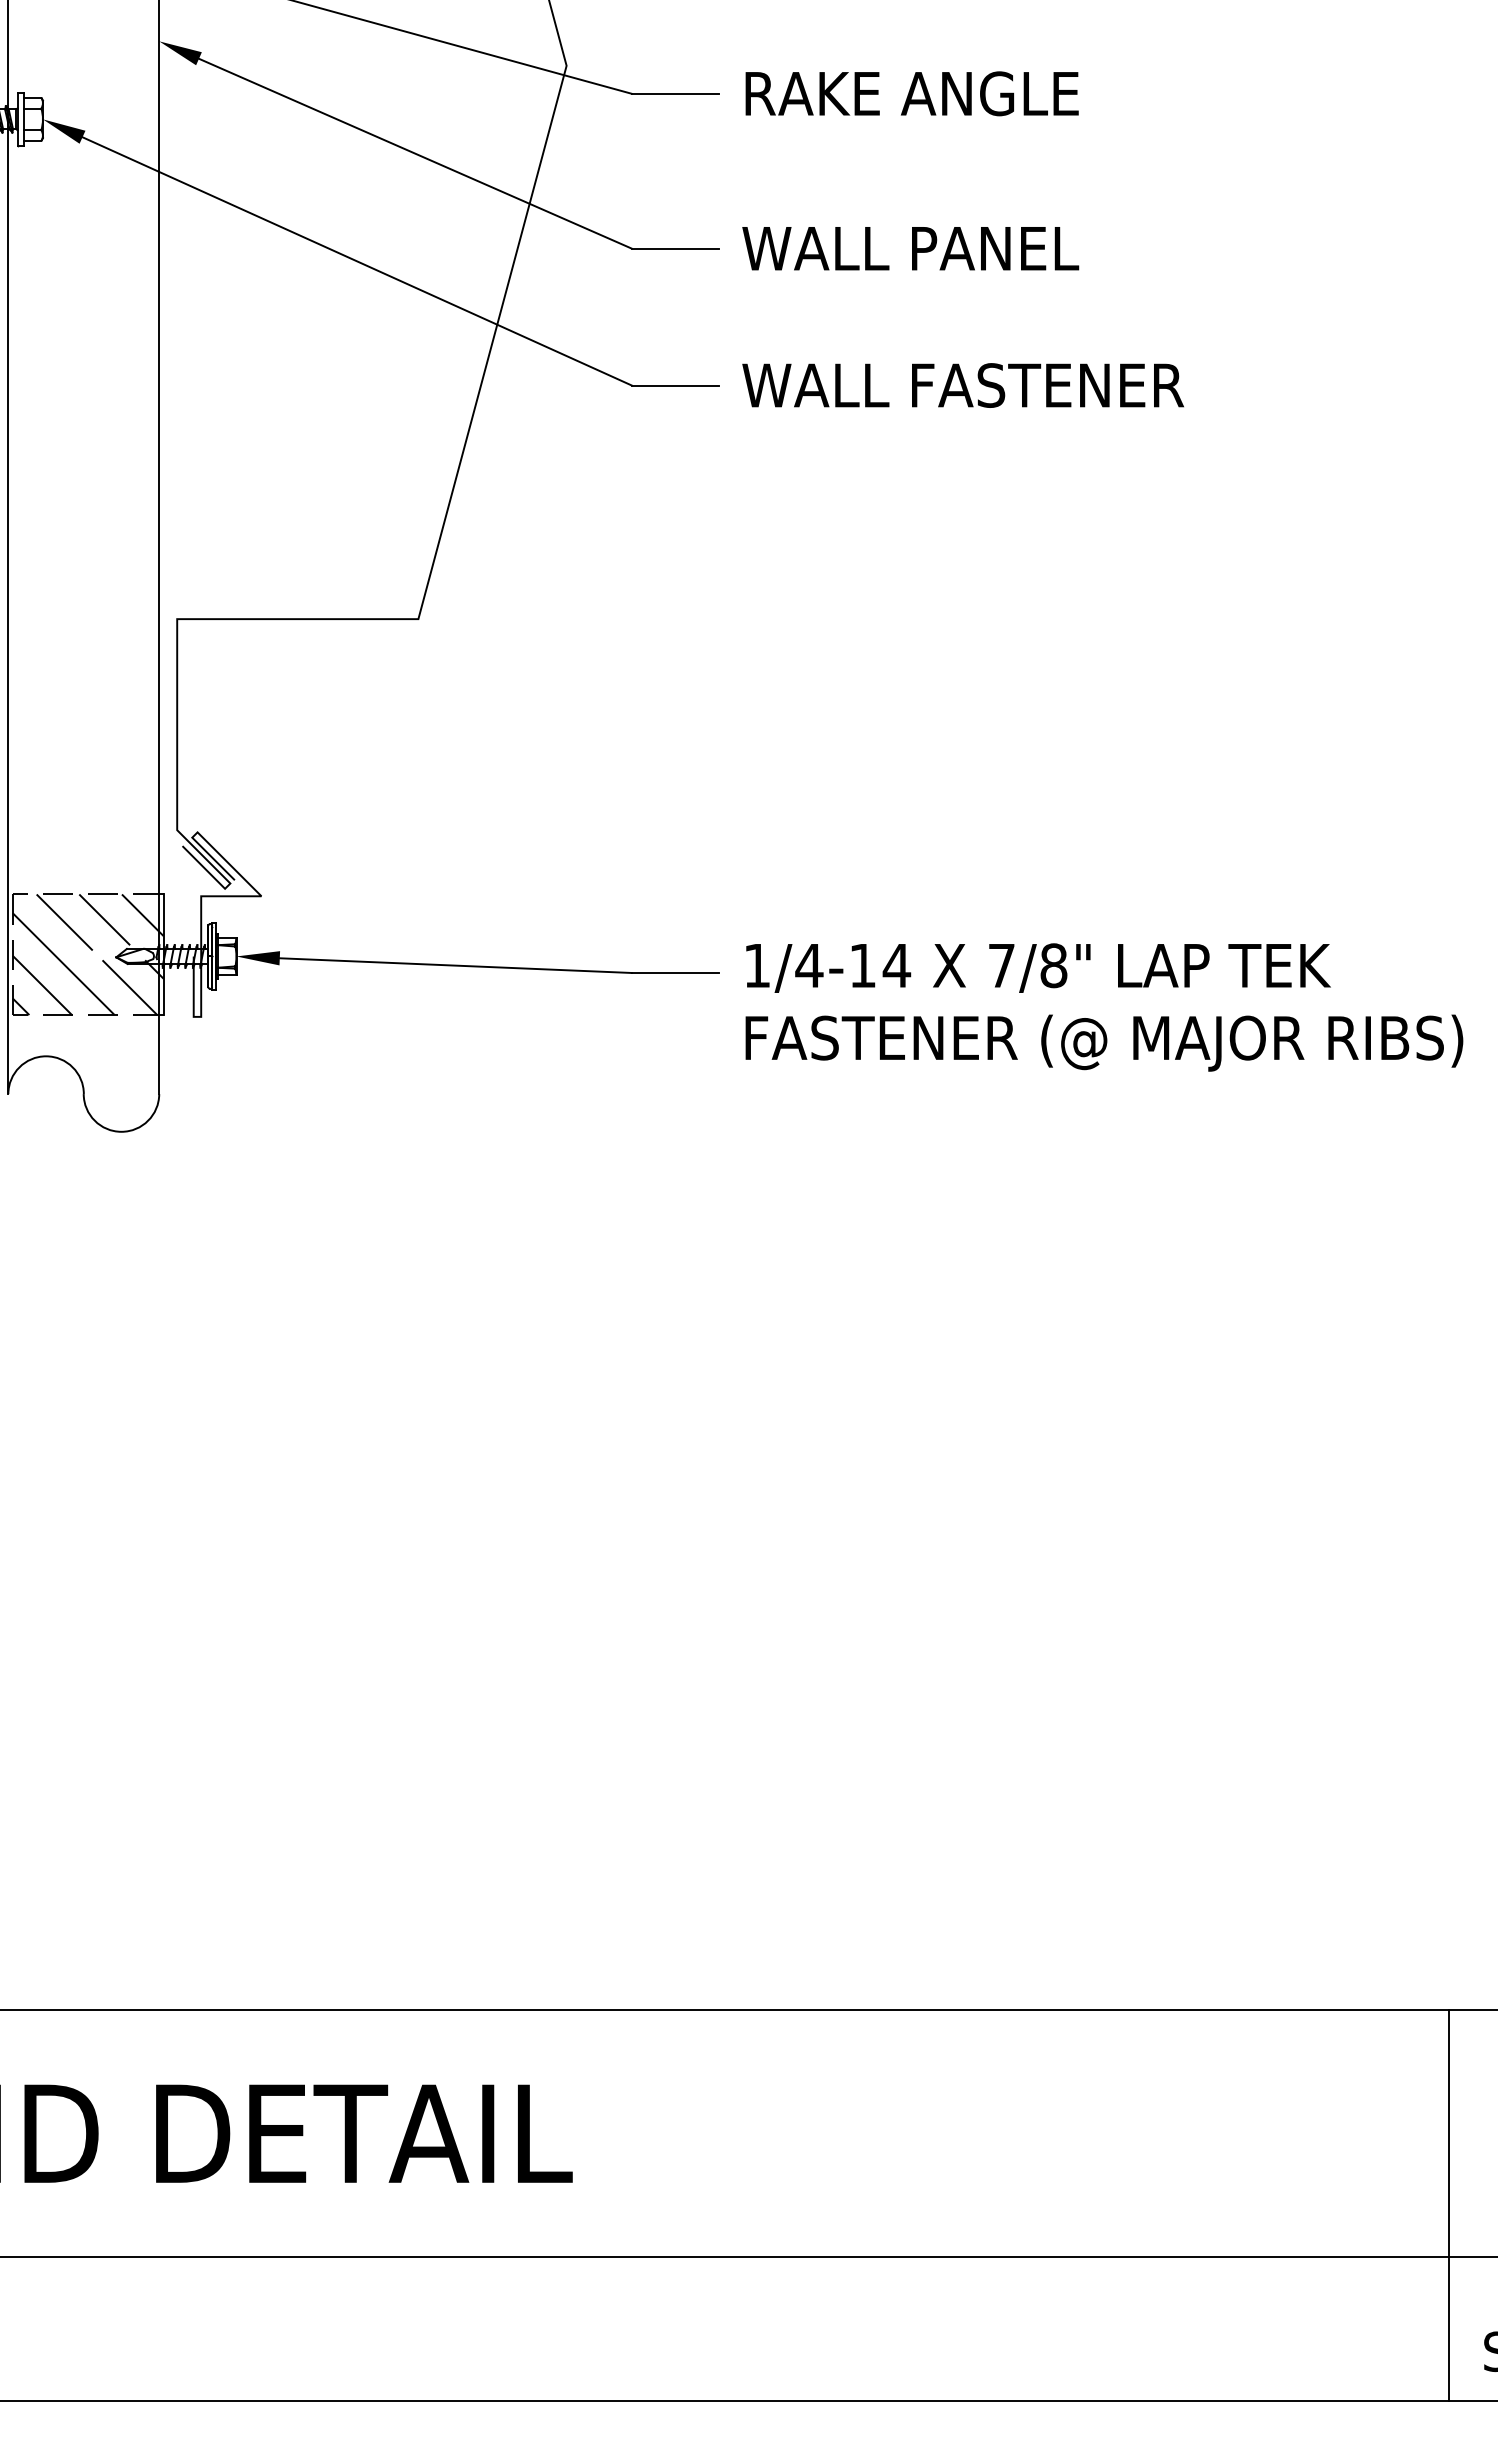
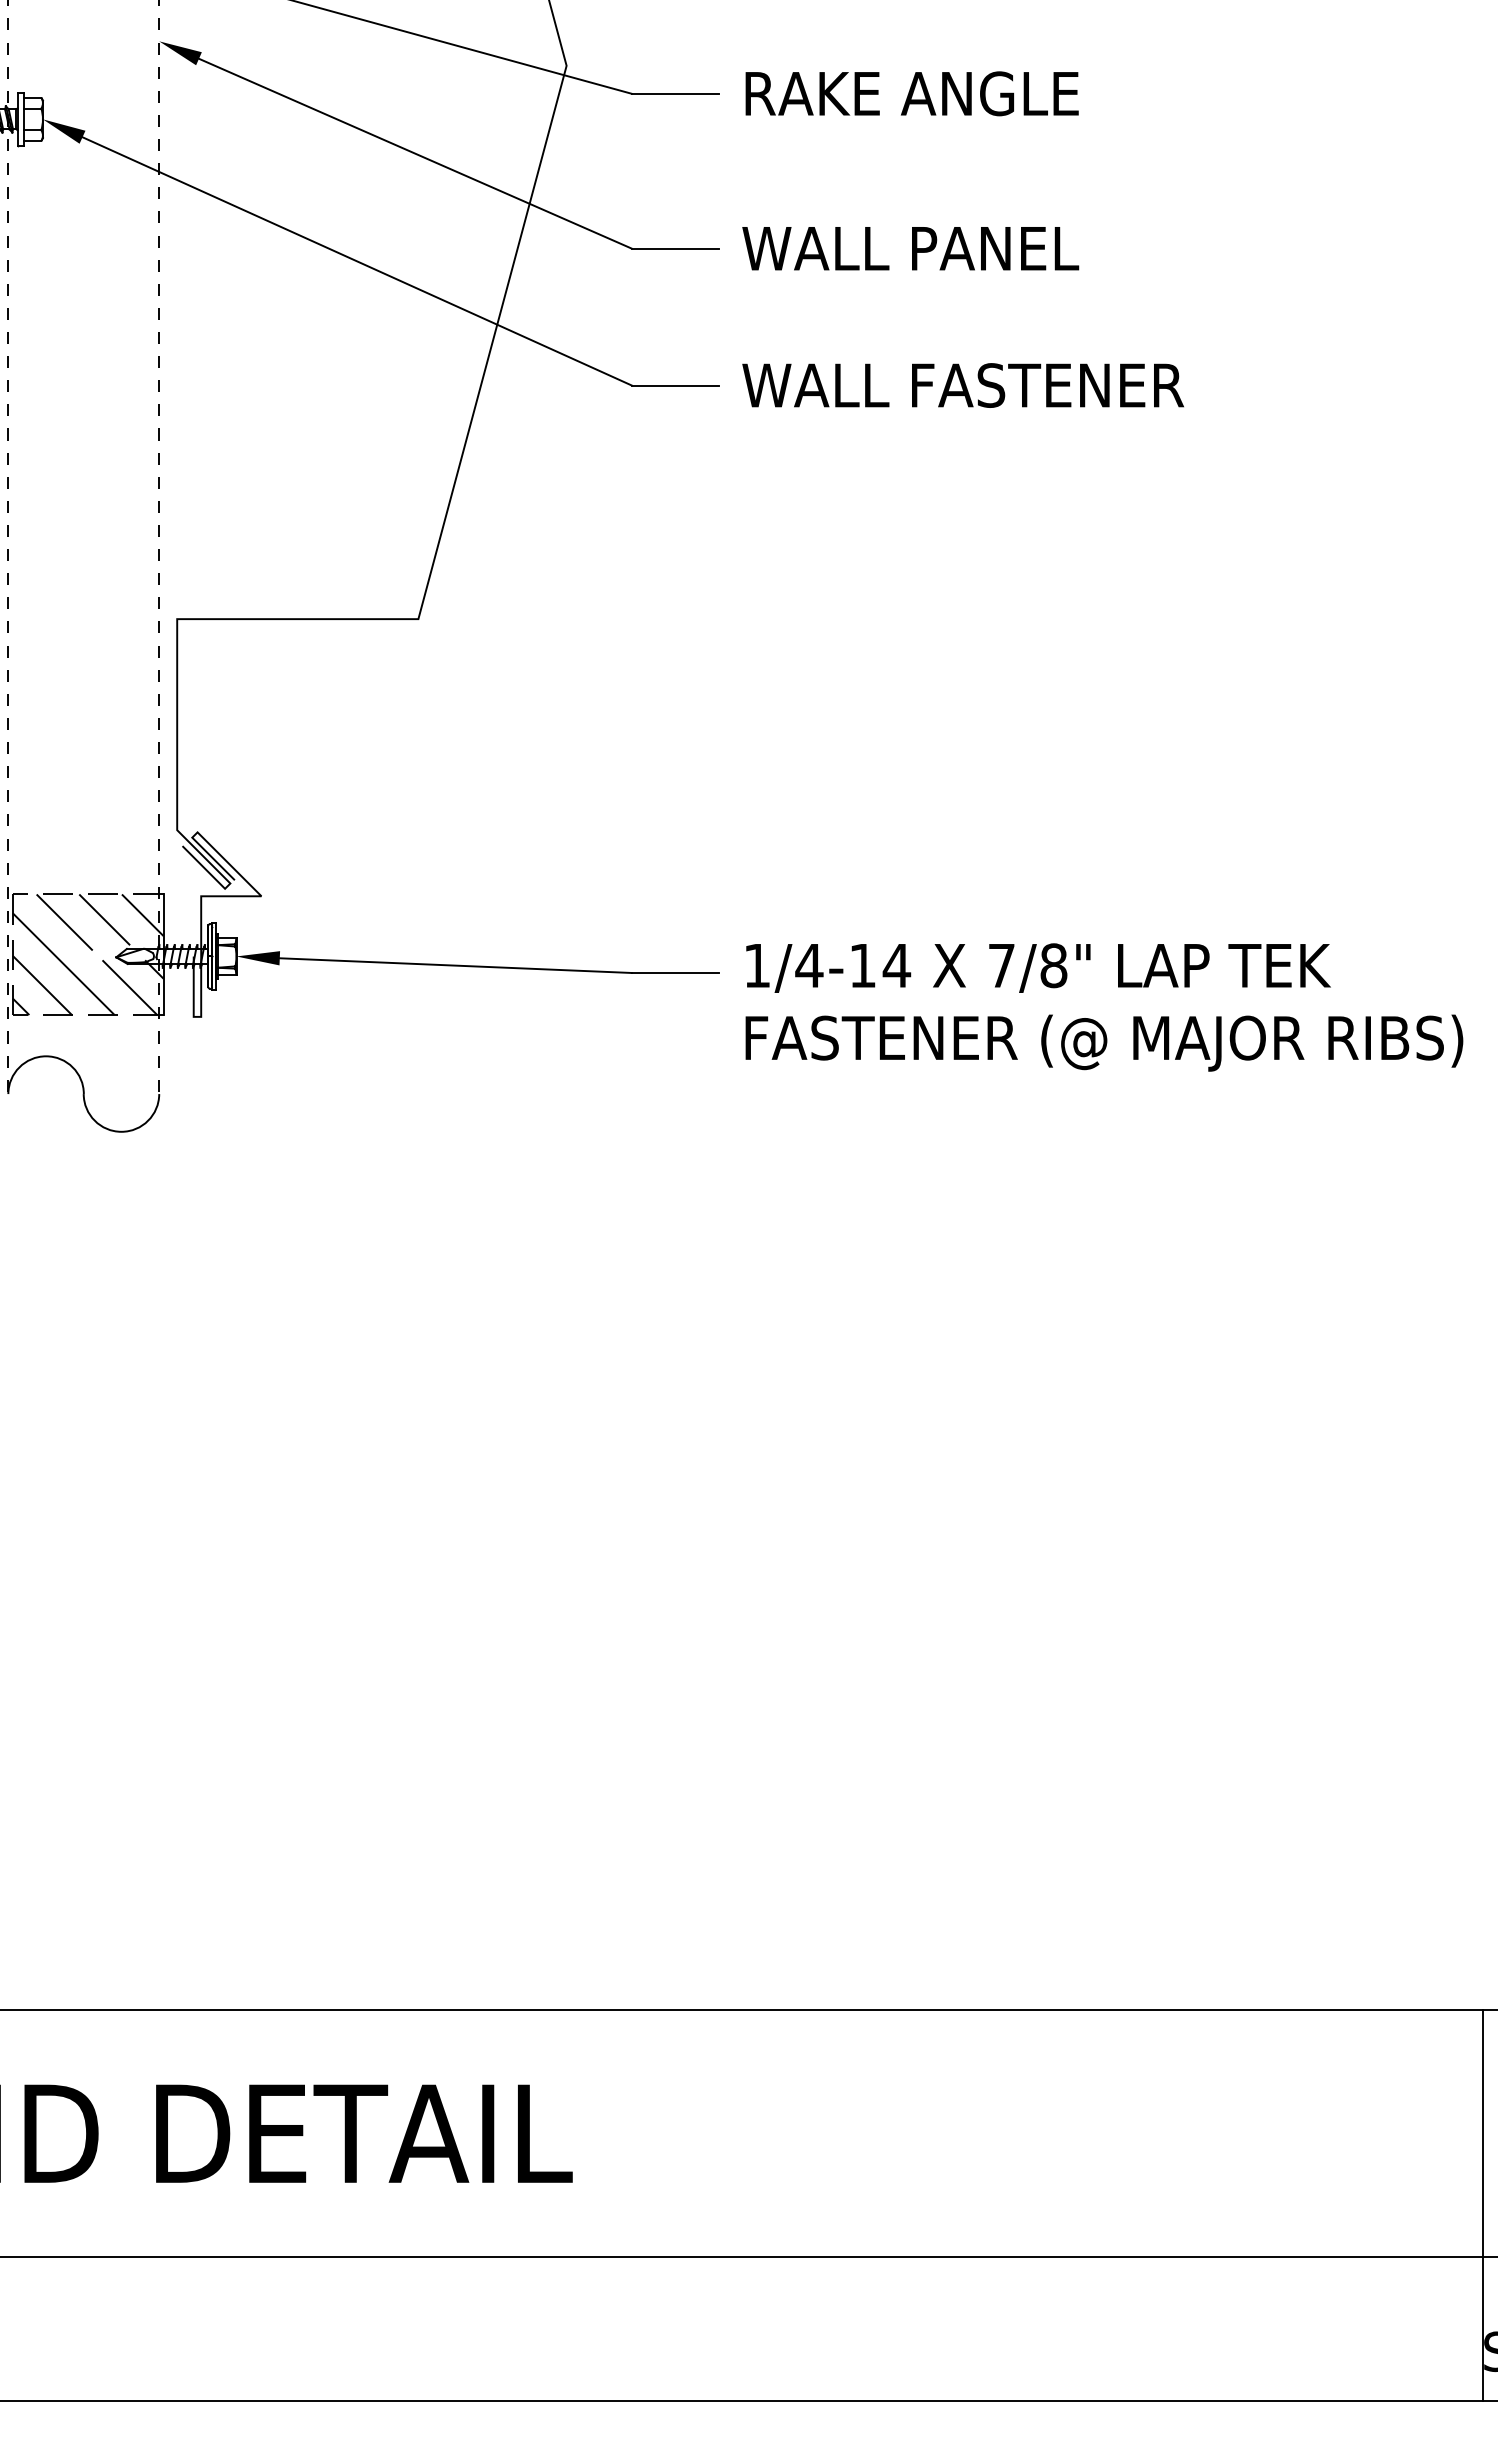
line at (8, 547): solid -> dashed
line at (159, 547): solid -> dashed
line at (1449, 2205) position: (1449, 2205) -> (1483, 2205)
